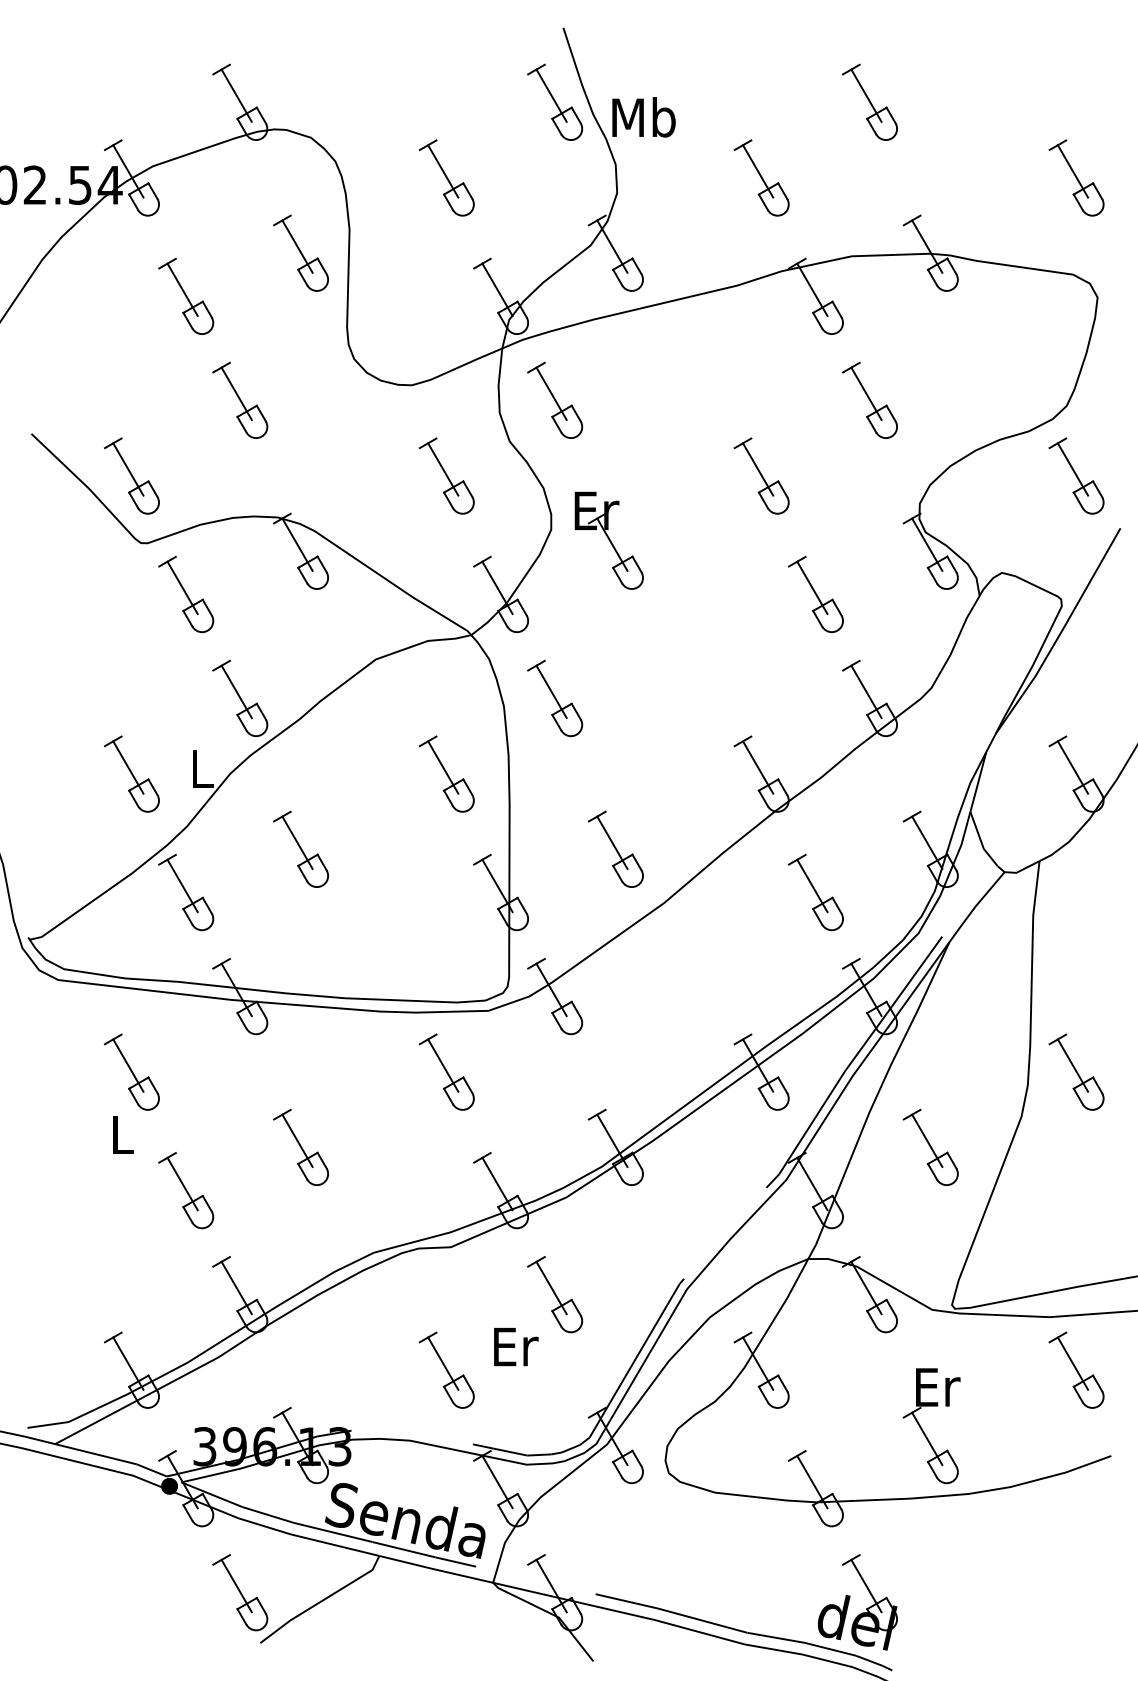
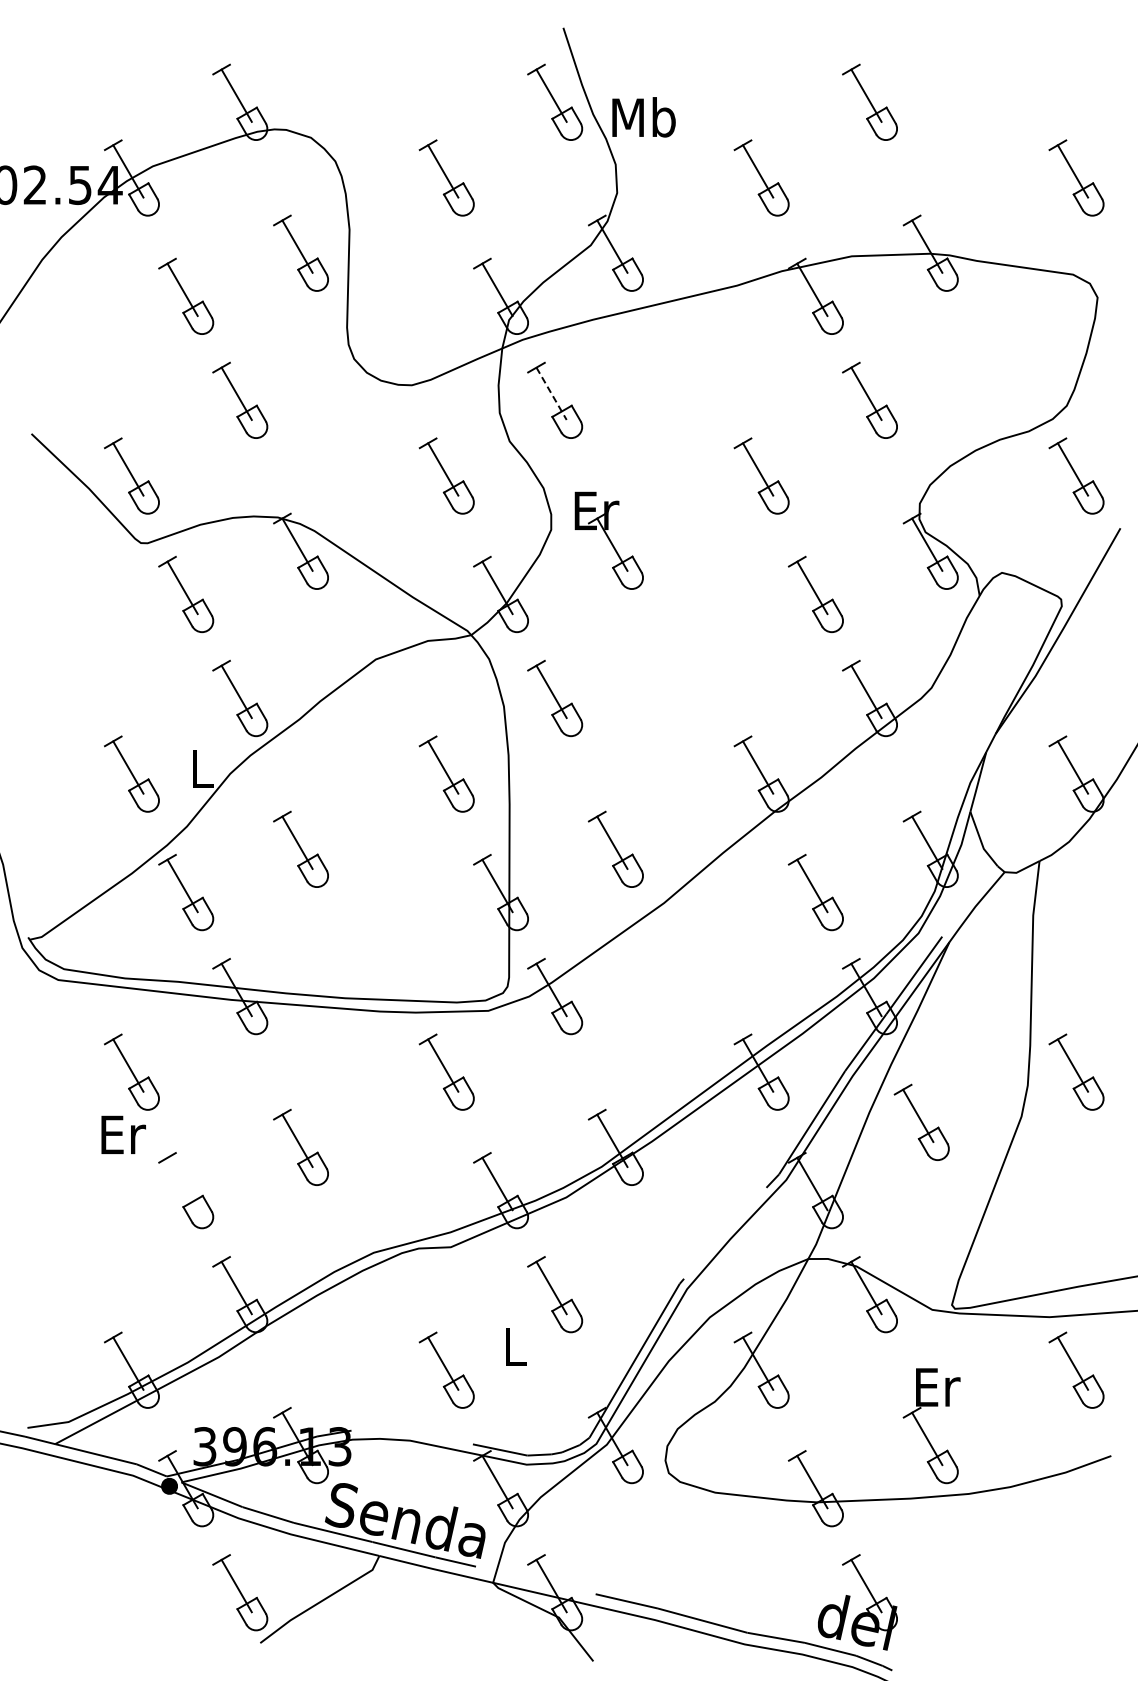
line at (551, 394): solid -> dashed
text at (123, 1134): L -> Er
part at (930, 1146) position: (930, 1146) -> (921, 1121)
line at (182, 1183): present -> none
text at (516, 1346): Er -> L
